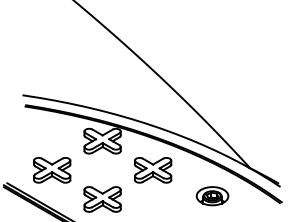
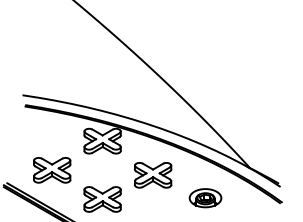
part at (153, 170) position: (153, 170) -> (153, 175)
part at (212, 196) position: (212, 196) -> (205, 198)
